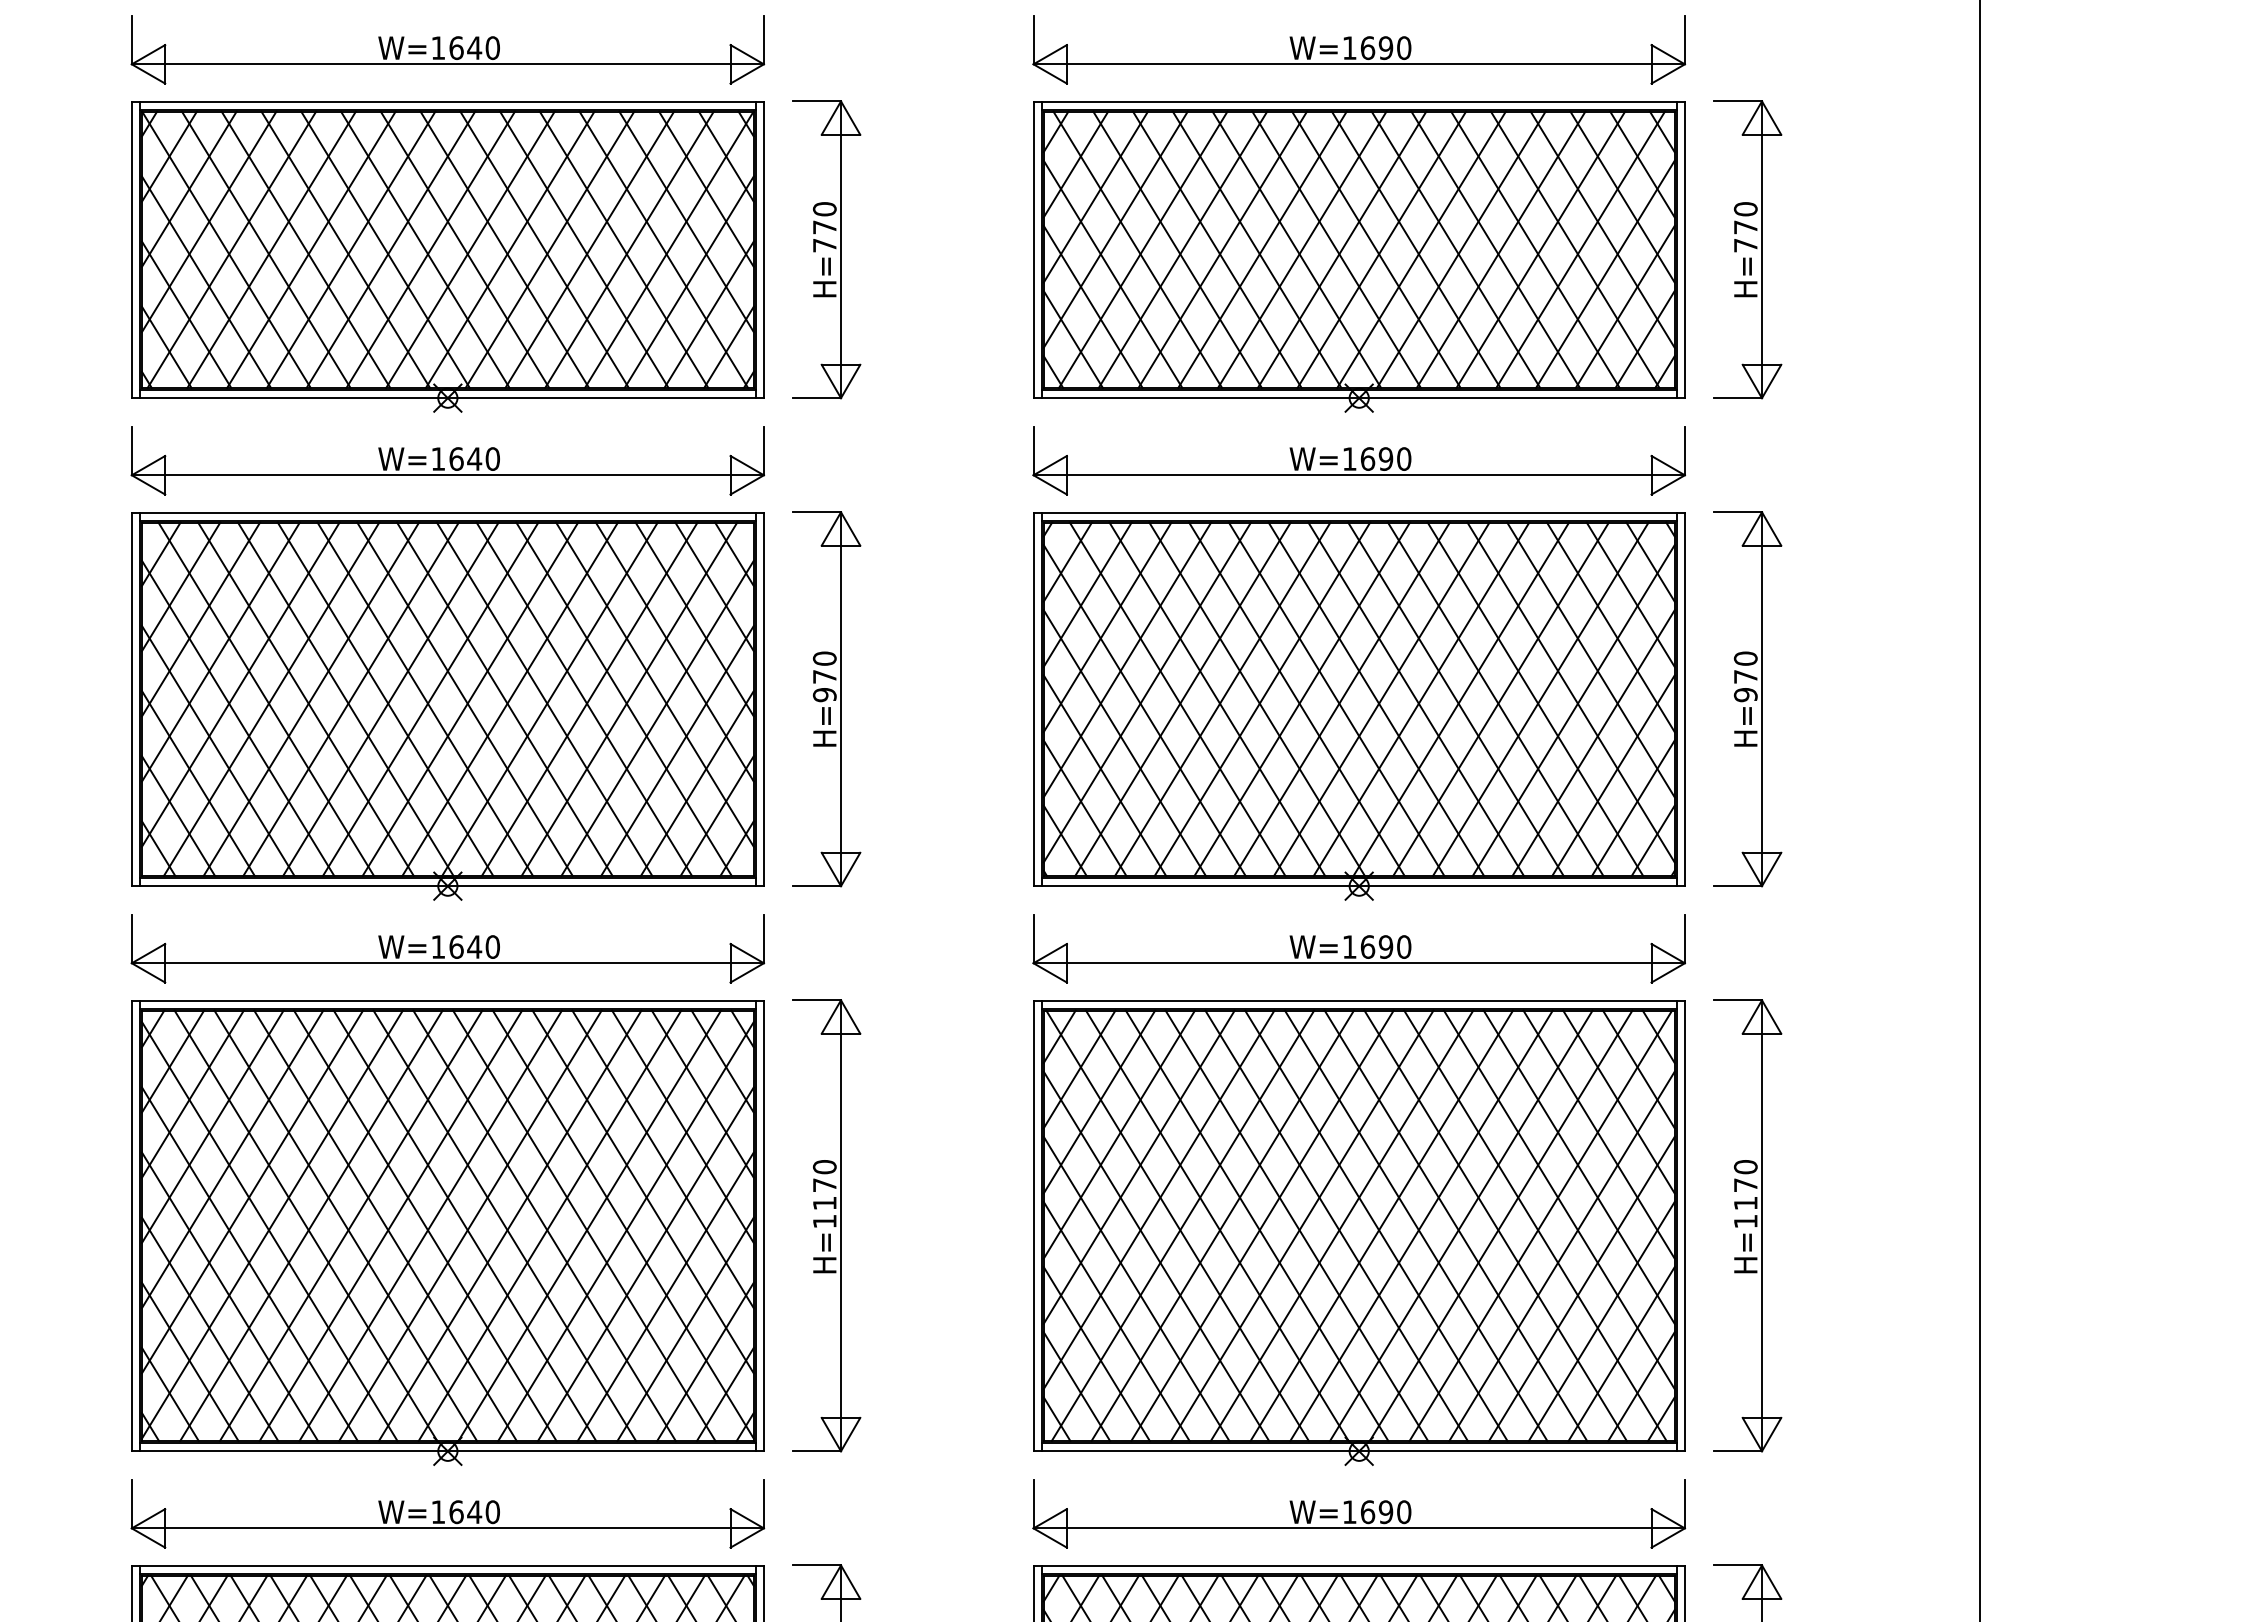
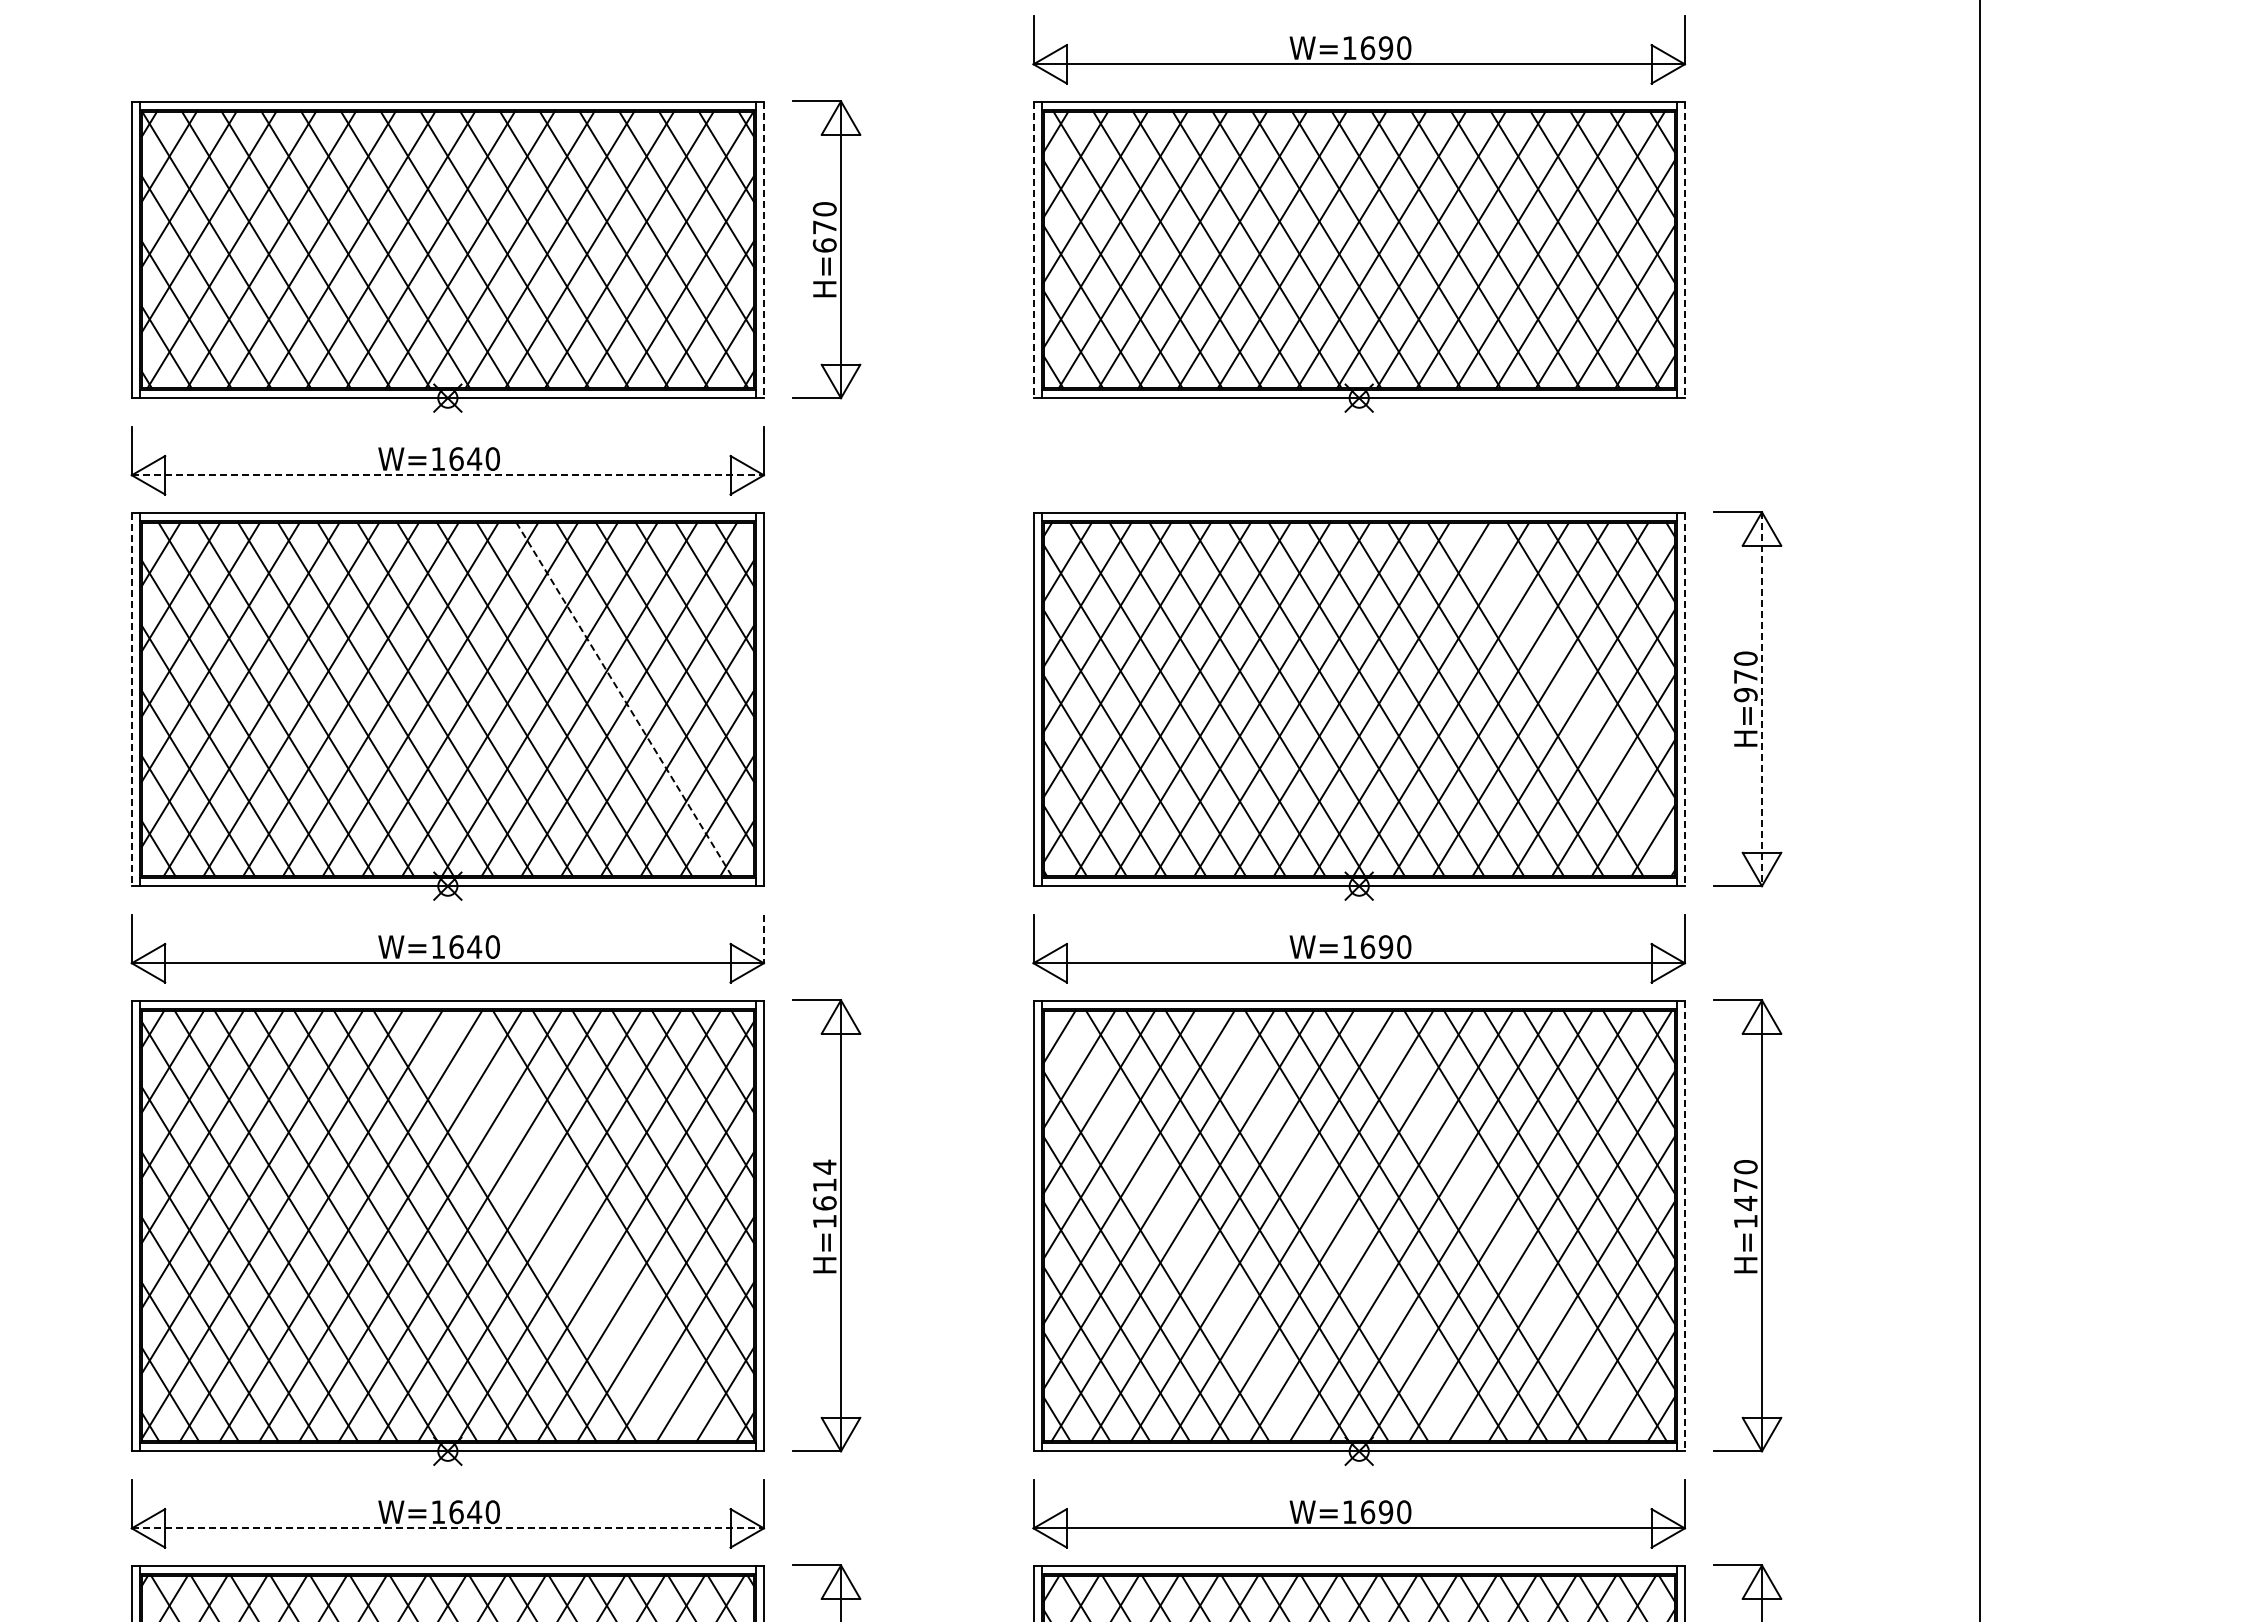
part at (447, 49): present -> none
text at (824, 245): H=770 -> H=670
part at (1747, 249): present -> none
line at (763, 250): solid -> dashed
line at (1033, 250): solid -> dashed
line at (1684, 250): solid -> dashed
part at (1358, 460): present -> none
line at (448, 475): solid -> dashed
line at (1570, 692): present -> none
line at (132, 699): solid -> dashed
line at (624, 699): solid -> dashed
part at (826, 699): present -> none
line at (1684, 699): solid -> dashed
line at (1762, 699): solid -> dashed
line at (763, 939): solid -> dashed
text at (824, 1184): H=1170 -> H=1614
text at (1745, 1203): H=1170 -> H=1470
line at (544, 1225): present -> none
line at (584, 1225): present -> none
line at (1177, 1225): present -> none
line at (1336, 1225): present -> none
line at (1495, 1225): present -> none
line at (1684, 1226): solid -> dashed
line at (448, 1528): solid -> dashed
